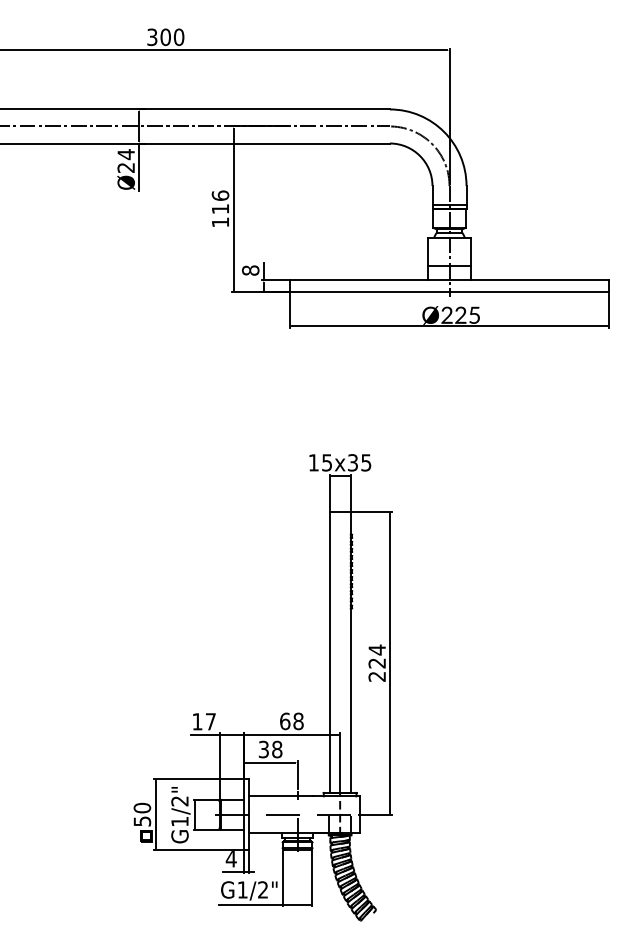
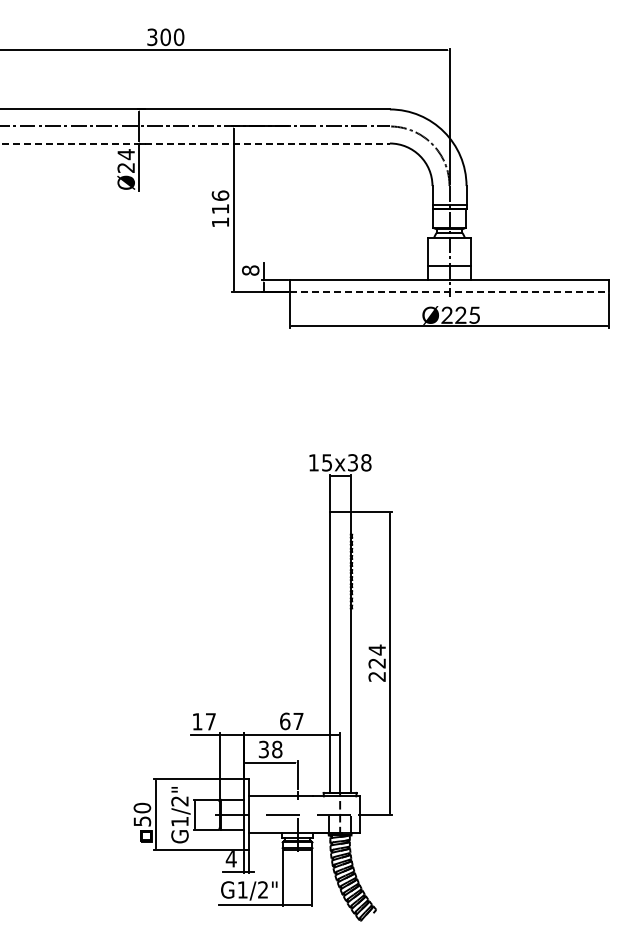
line at (195, 143): solid -> dashed
line at (449, 291): solid -> dashed
text at (366, 462): 15x35 -> 15x38
text at (298, 721): 68 -> 67
